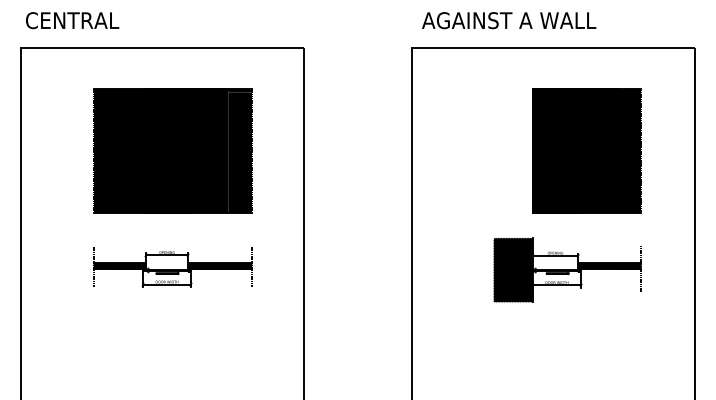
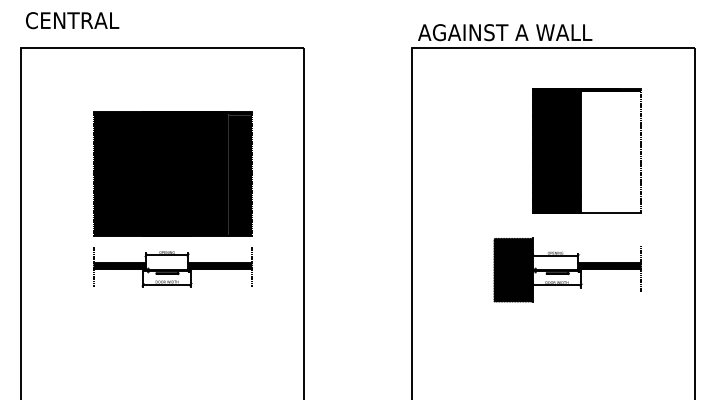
text at (509, 20) position: (509, 20) -> (505, 32)
part at (172, 150) position: (172, 150) -> (172, 173)
fill at (611, 152): present -> none
